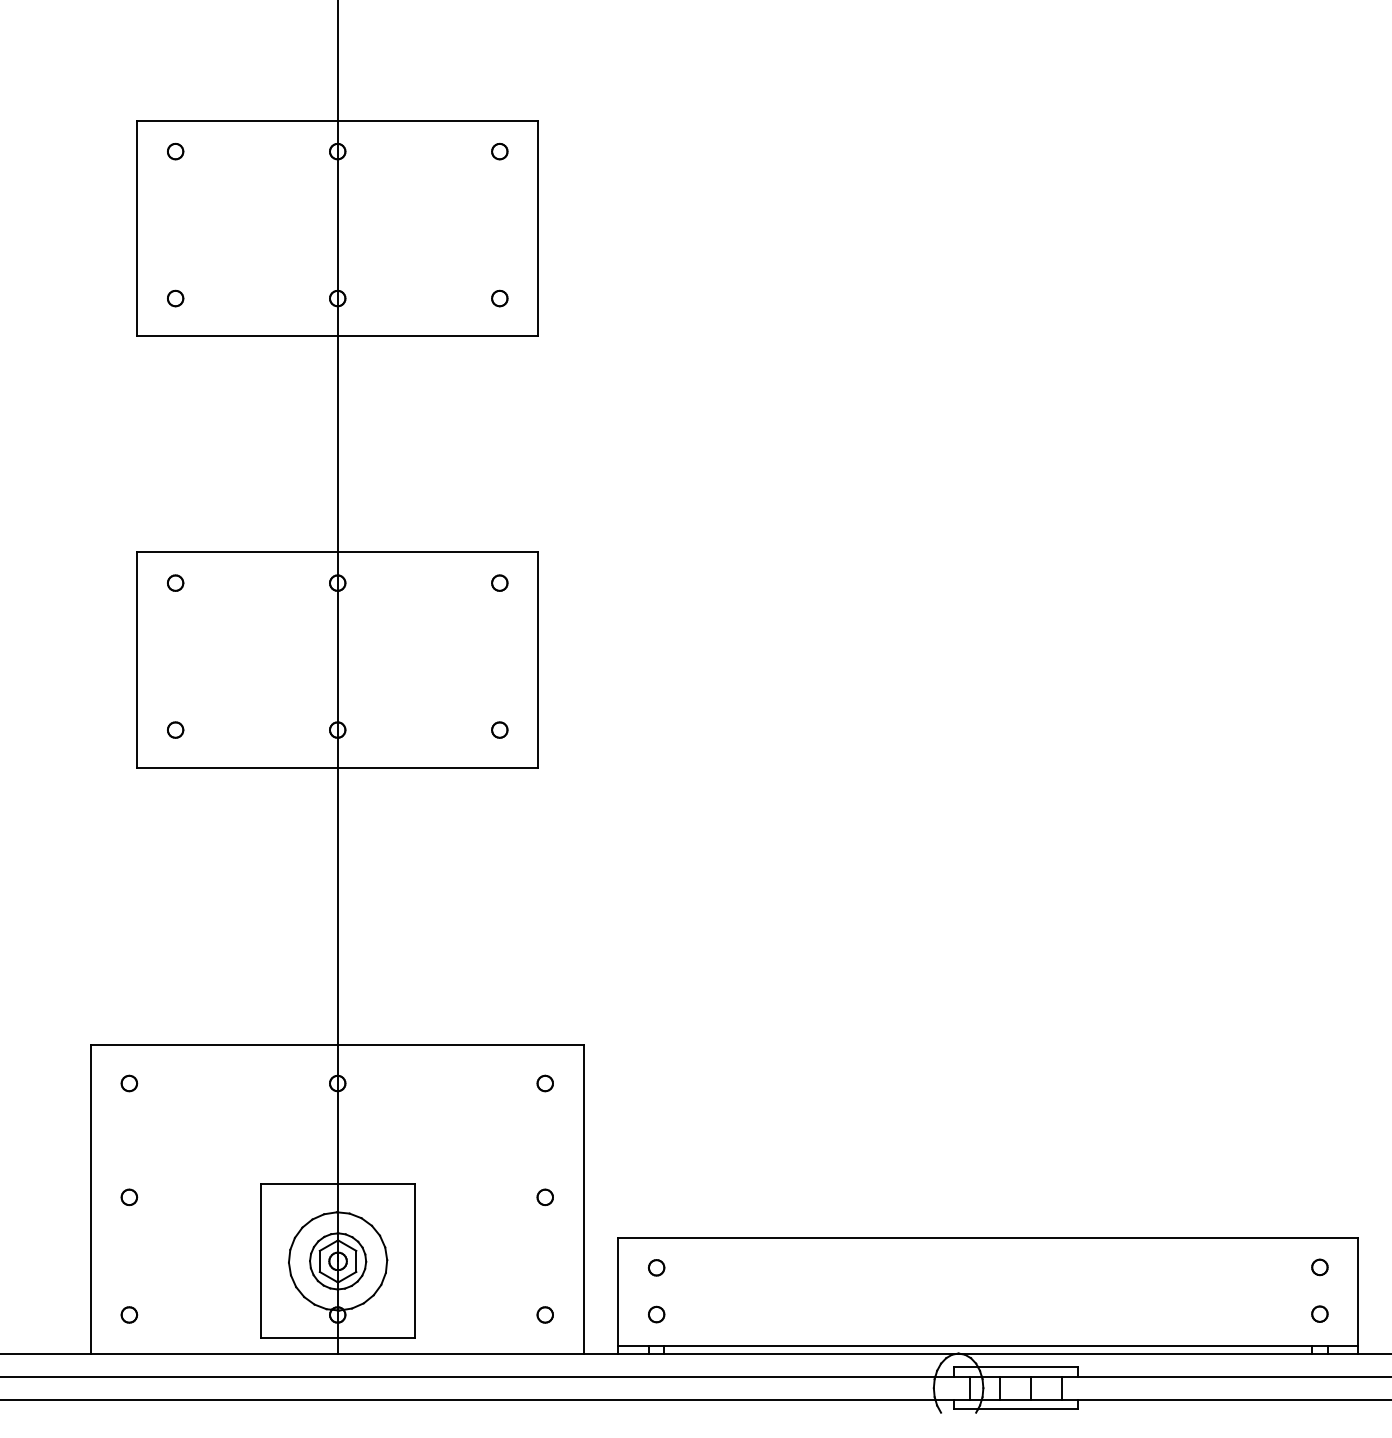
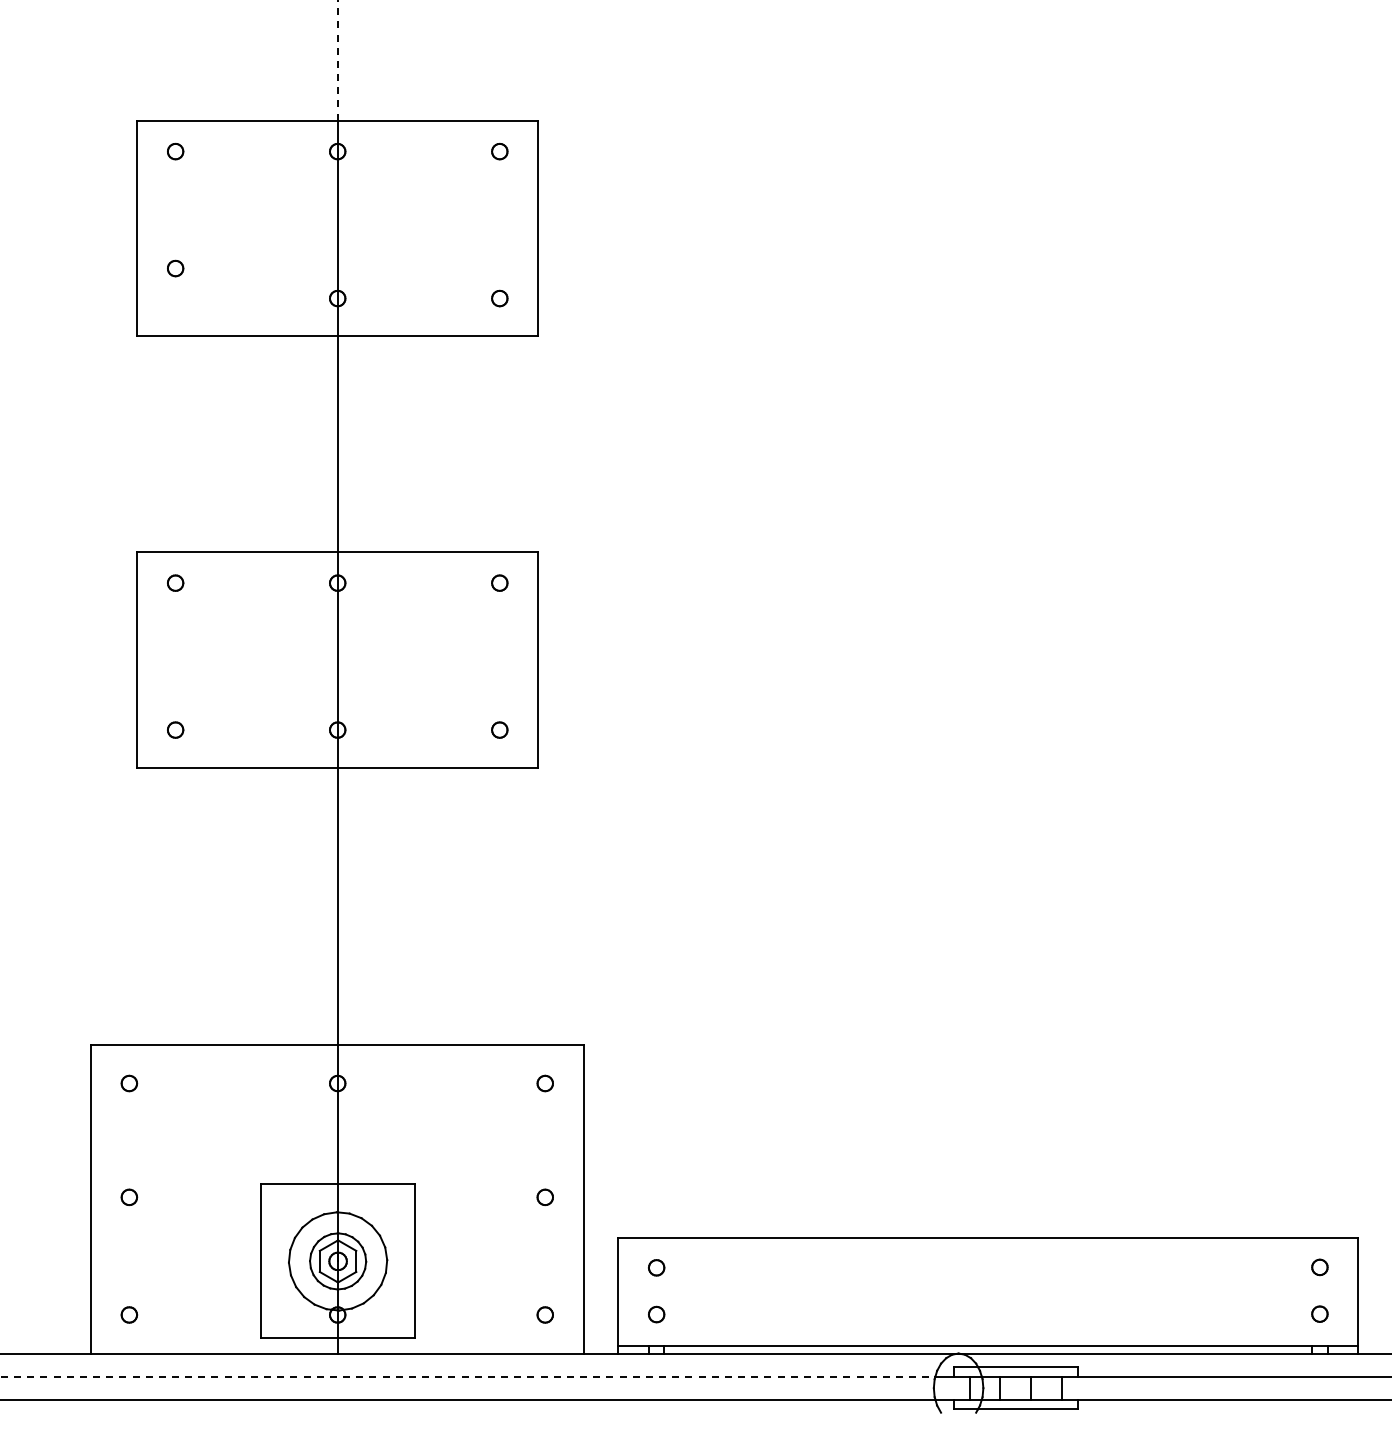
line at (337, 60): solid -> dashed
part at (175, 298) position: (175, 298) -> (175, 268)
line at (468, 1376): solid -> dashed
